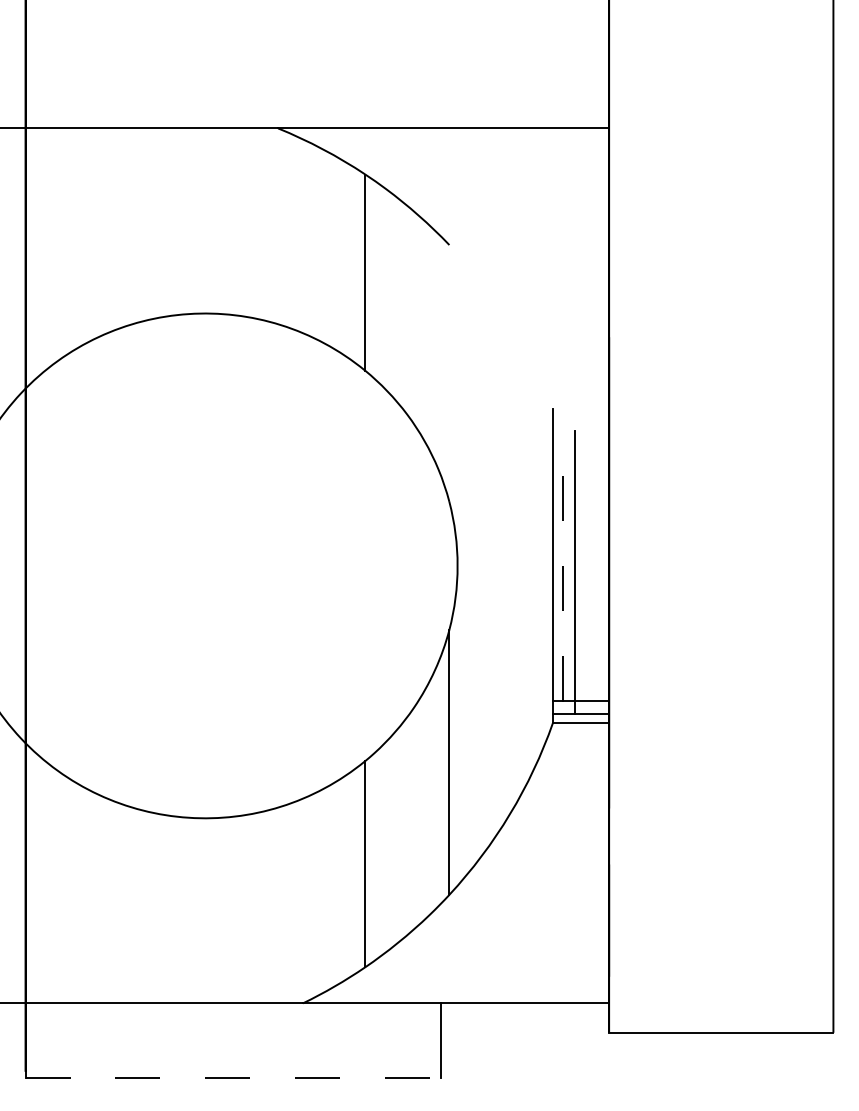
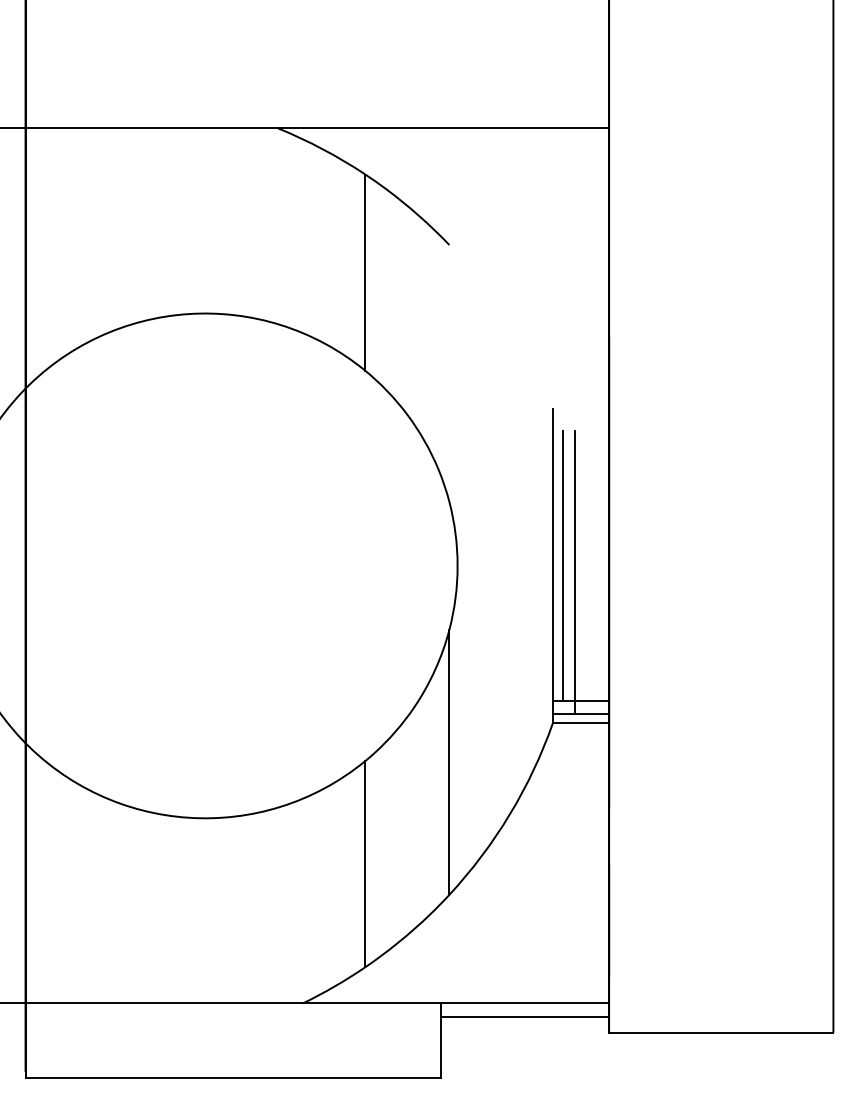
line at (562, 565): dashed -> solid
line at (524, 1017): none -> present
line at (233, 1077): dashed -> solid
